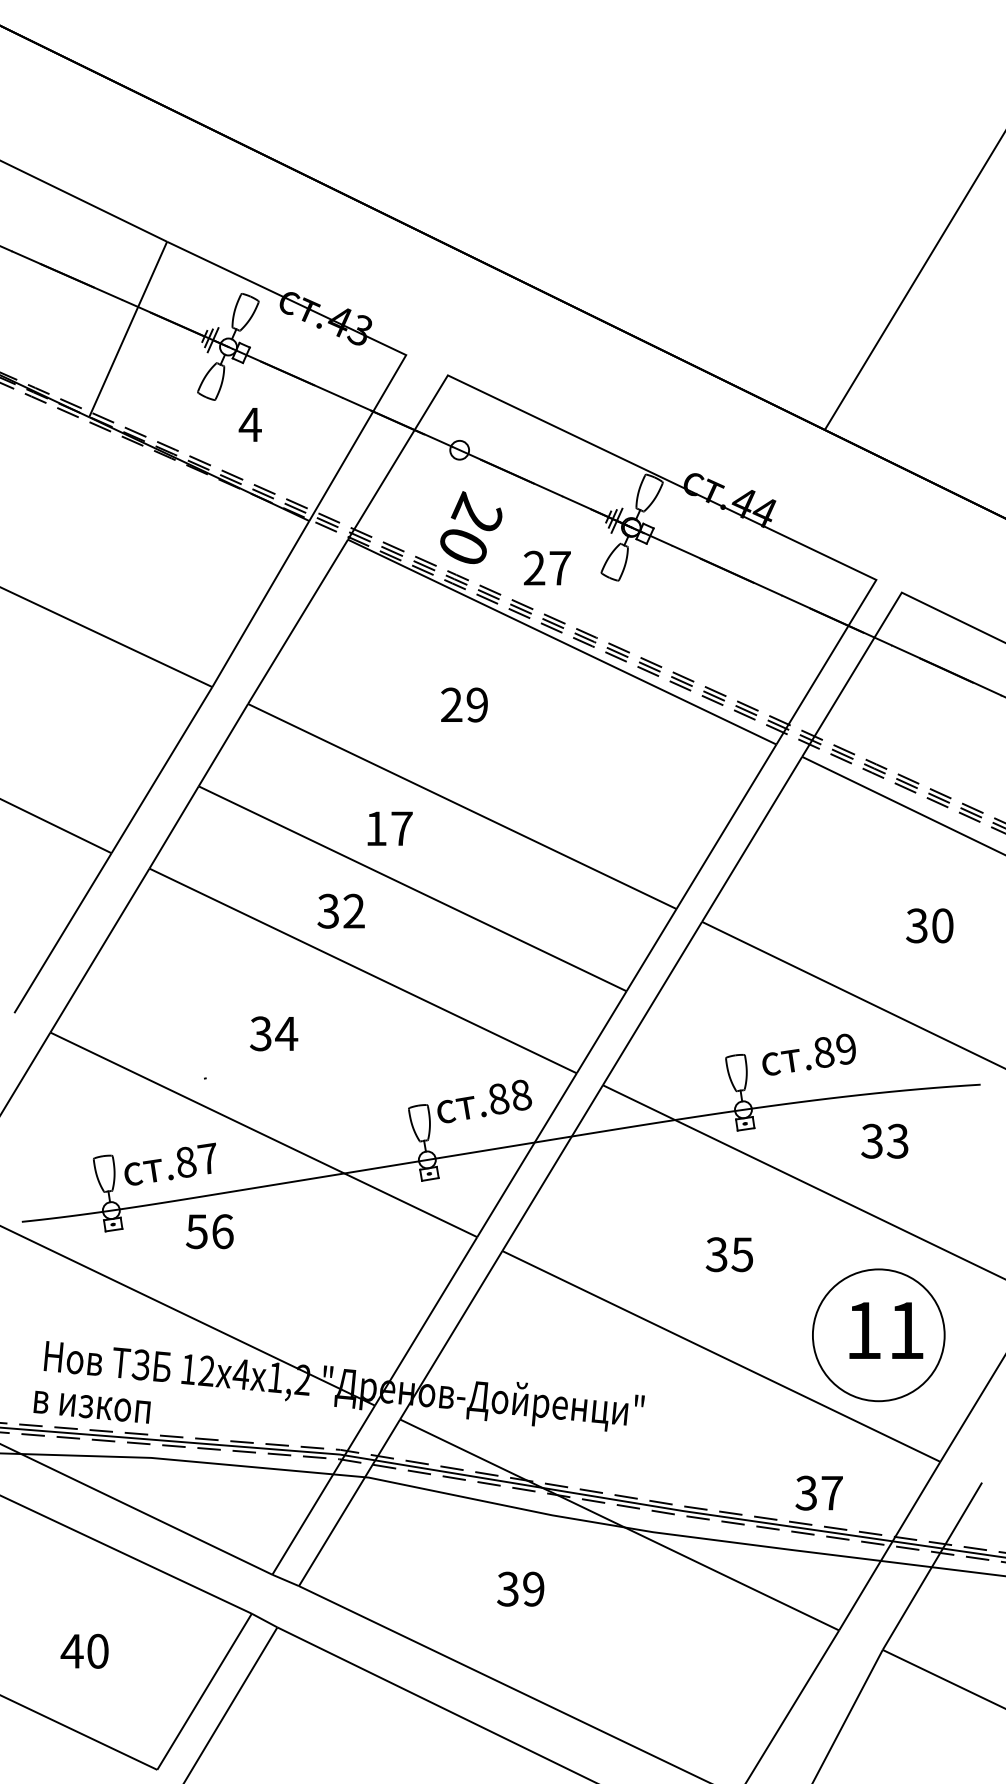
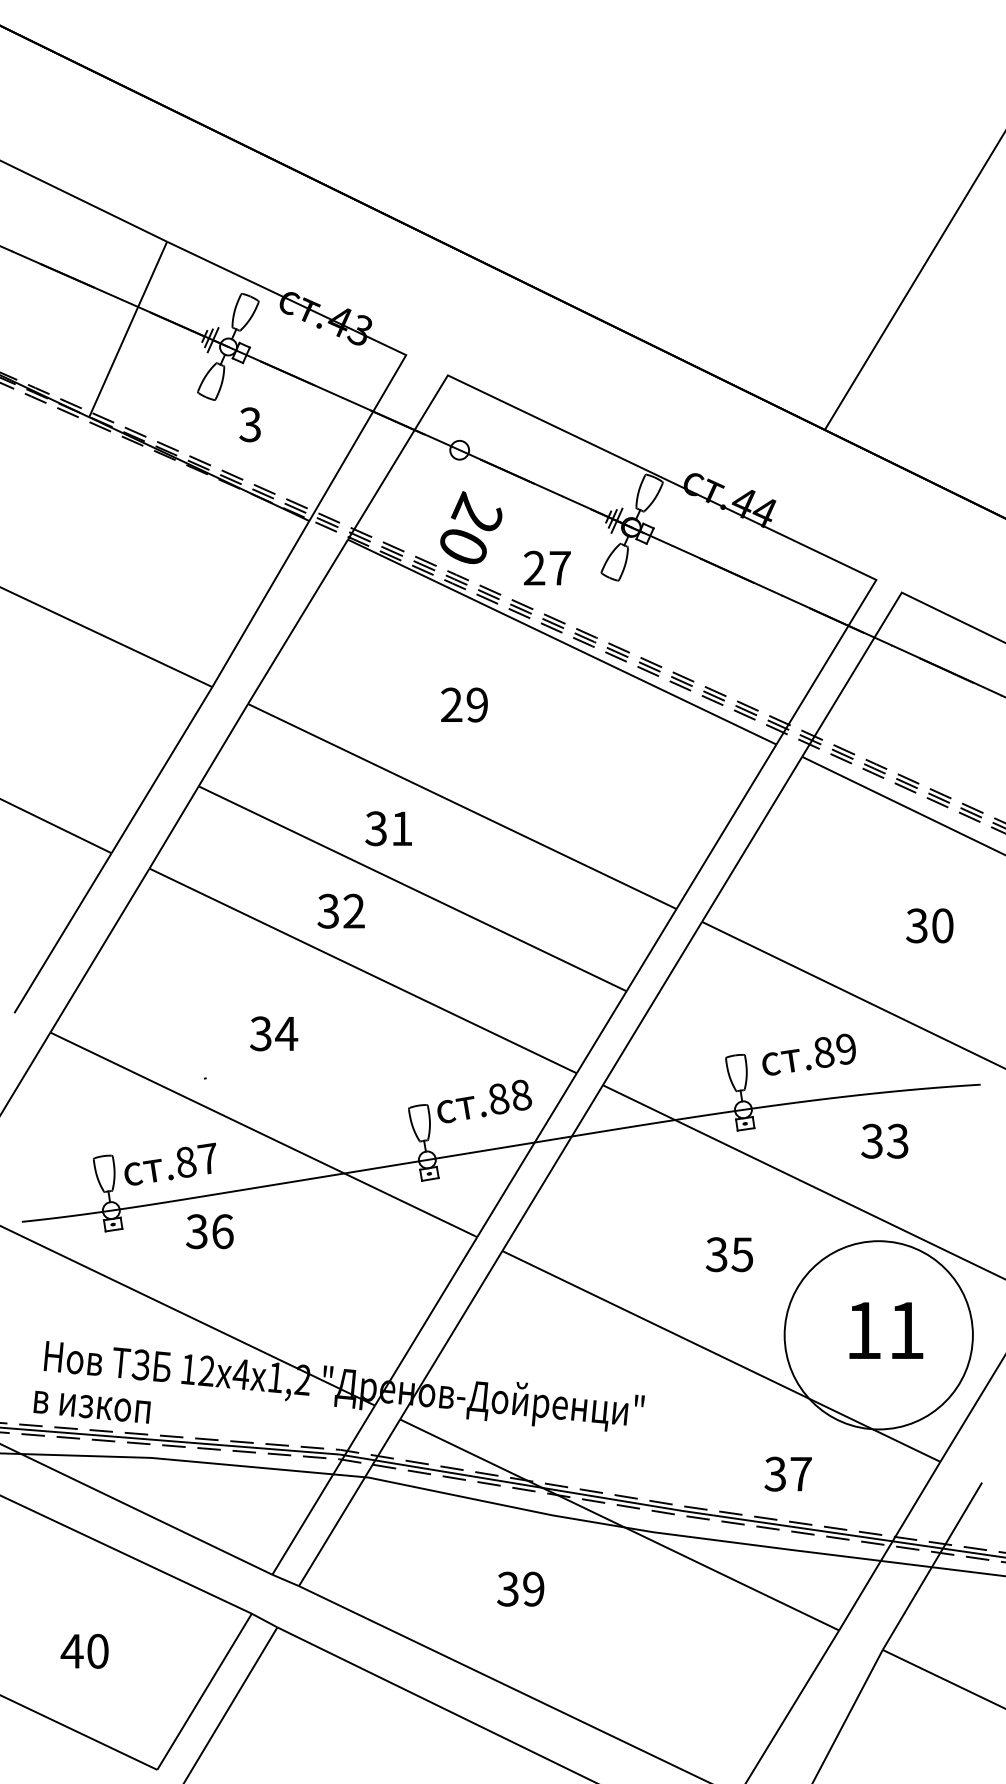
text at (249, 424): 4 -> 3
text at (388, 828): 17 -> 31
text at (196, 1231): 56 -> 36
circle at (878, 1335) diameter: 132 px -> 188 px
text at (818, 1492) position: (818, 1492) -> (787, 1473)
